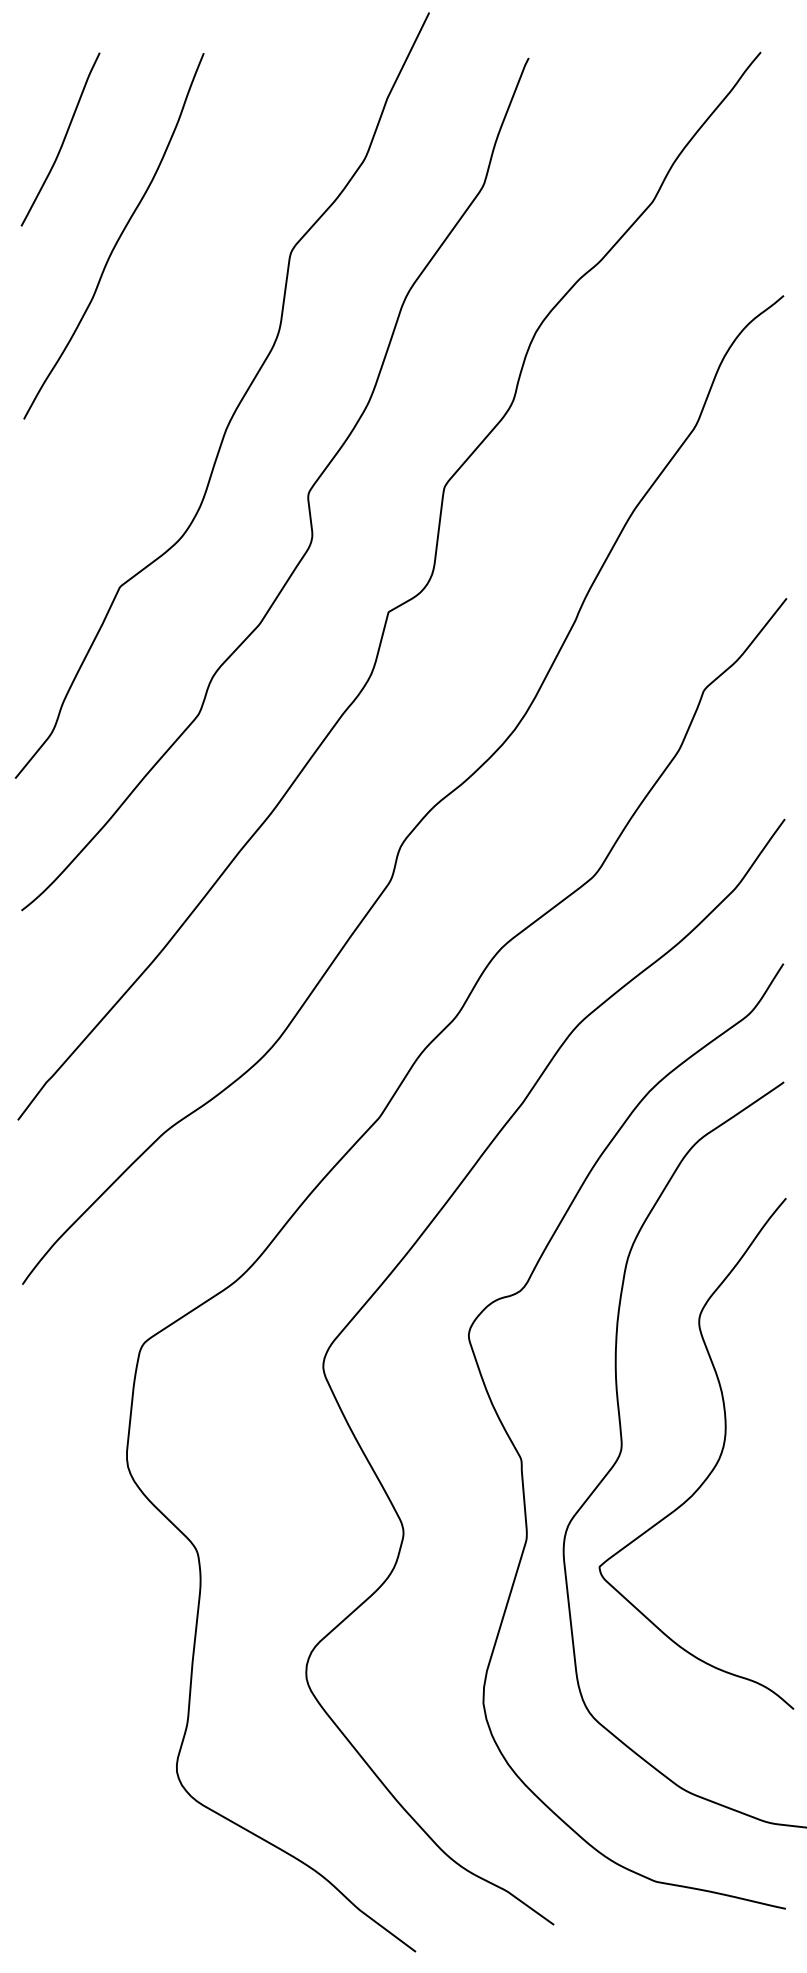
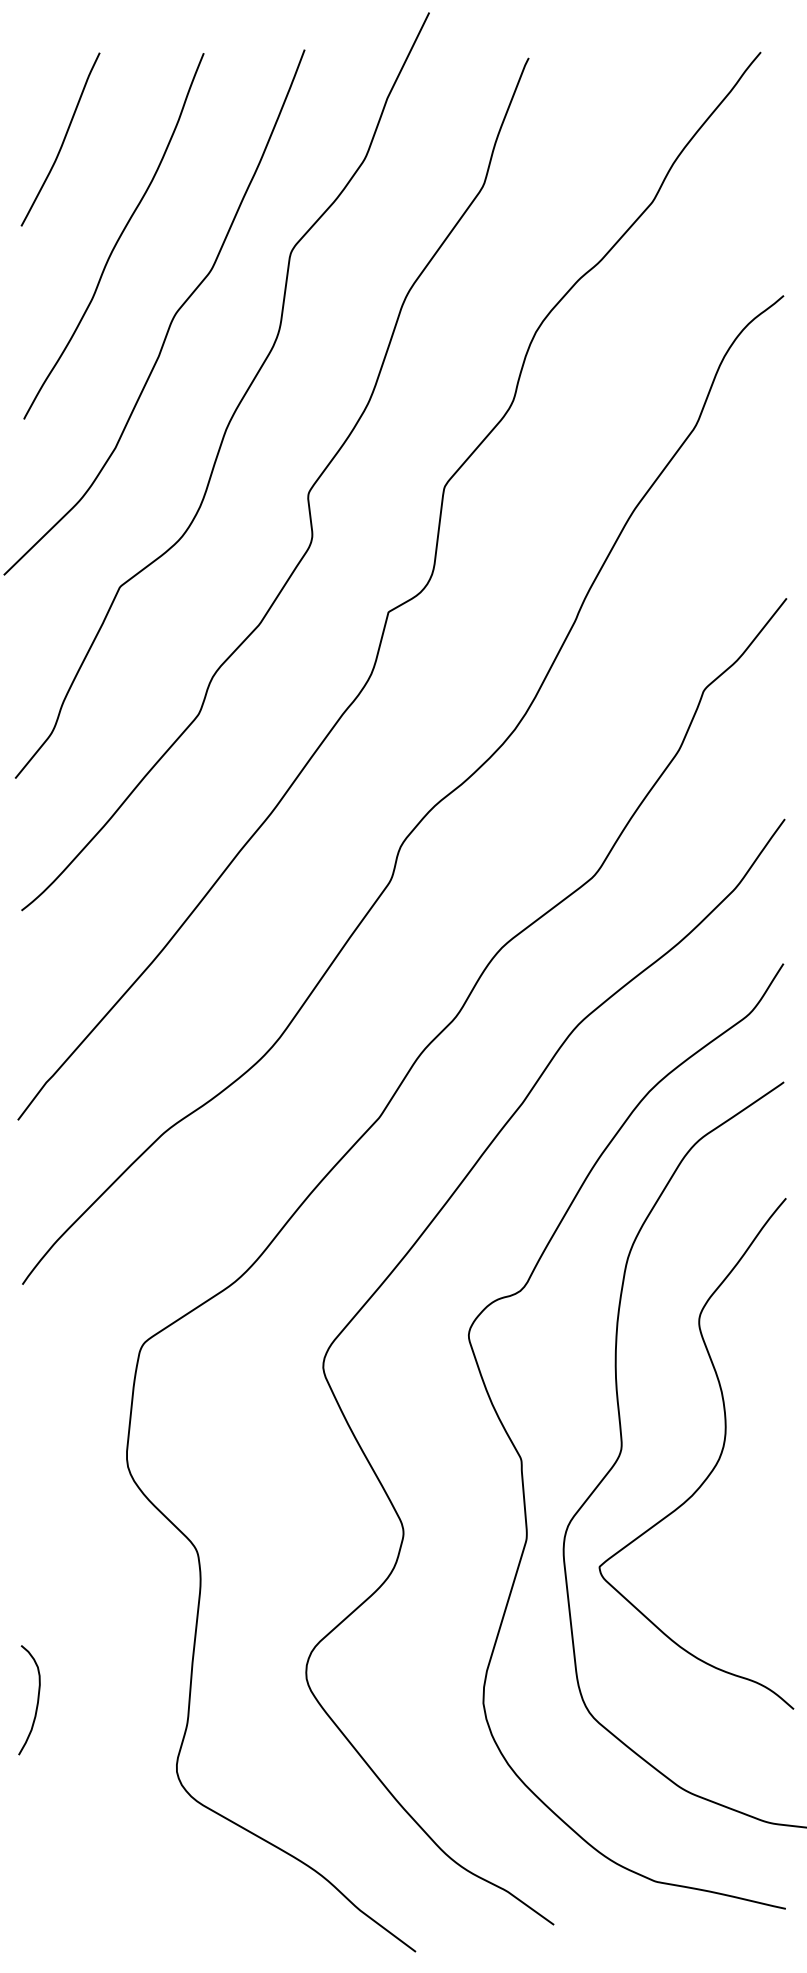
curve at (170, 321): none -> present
curve at (36, 1703): none -> present
